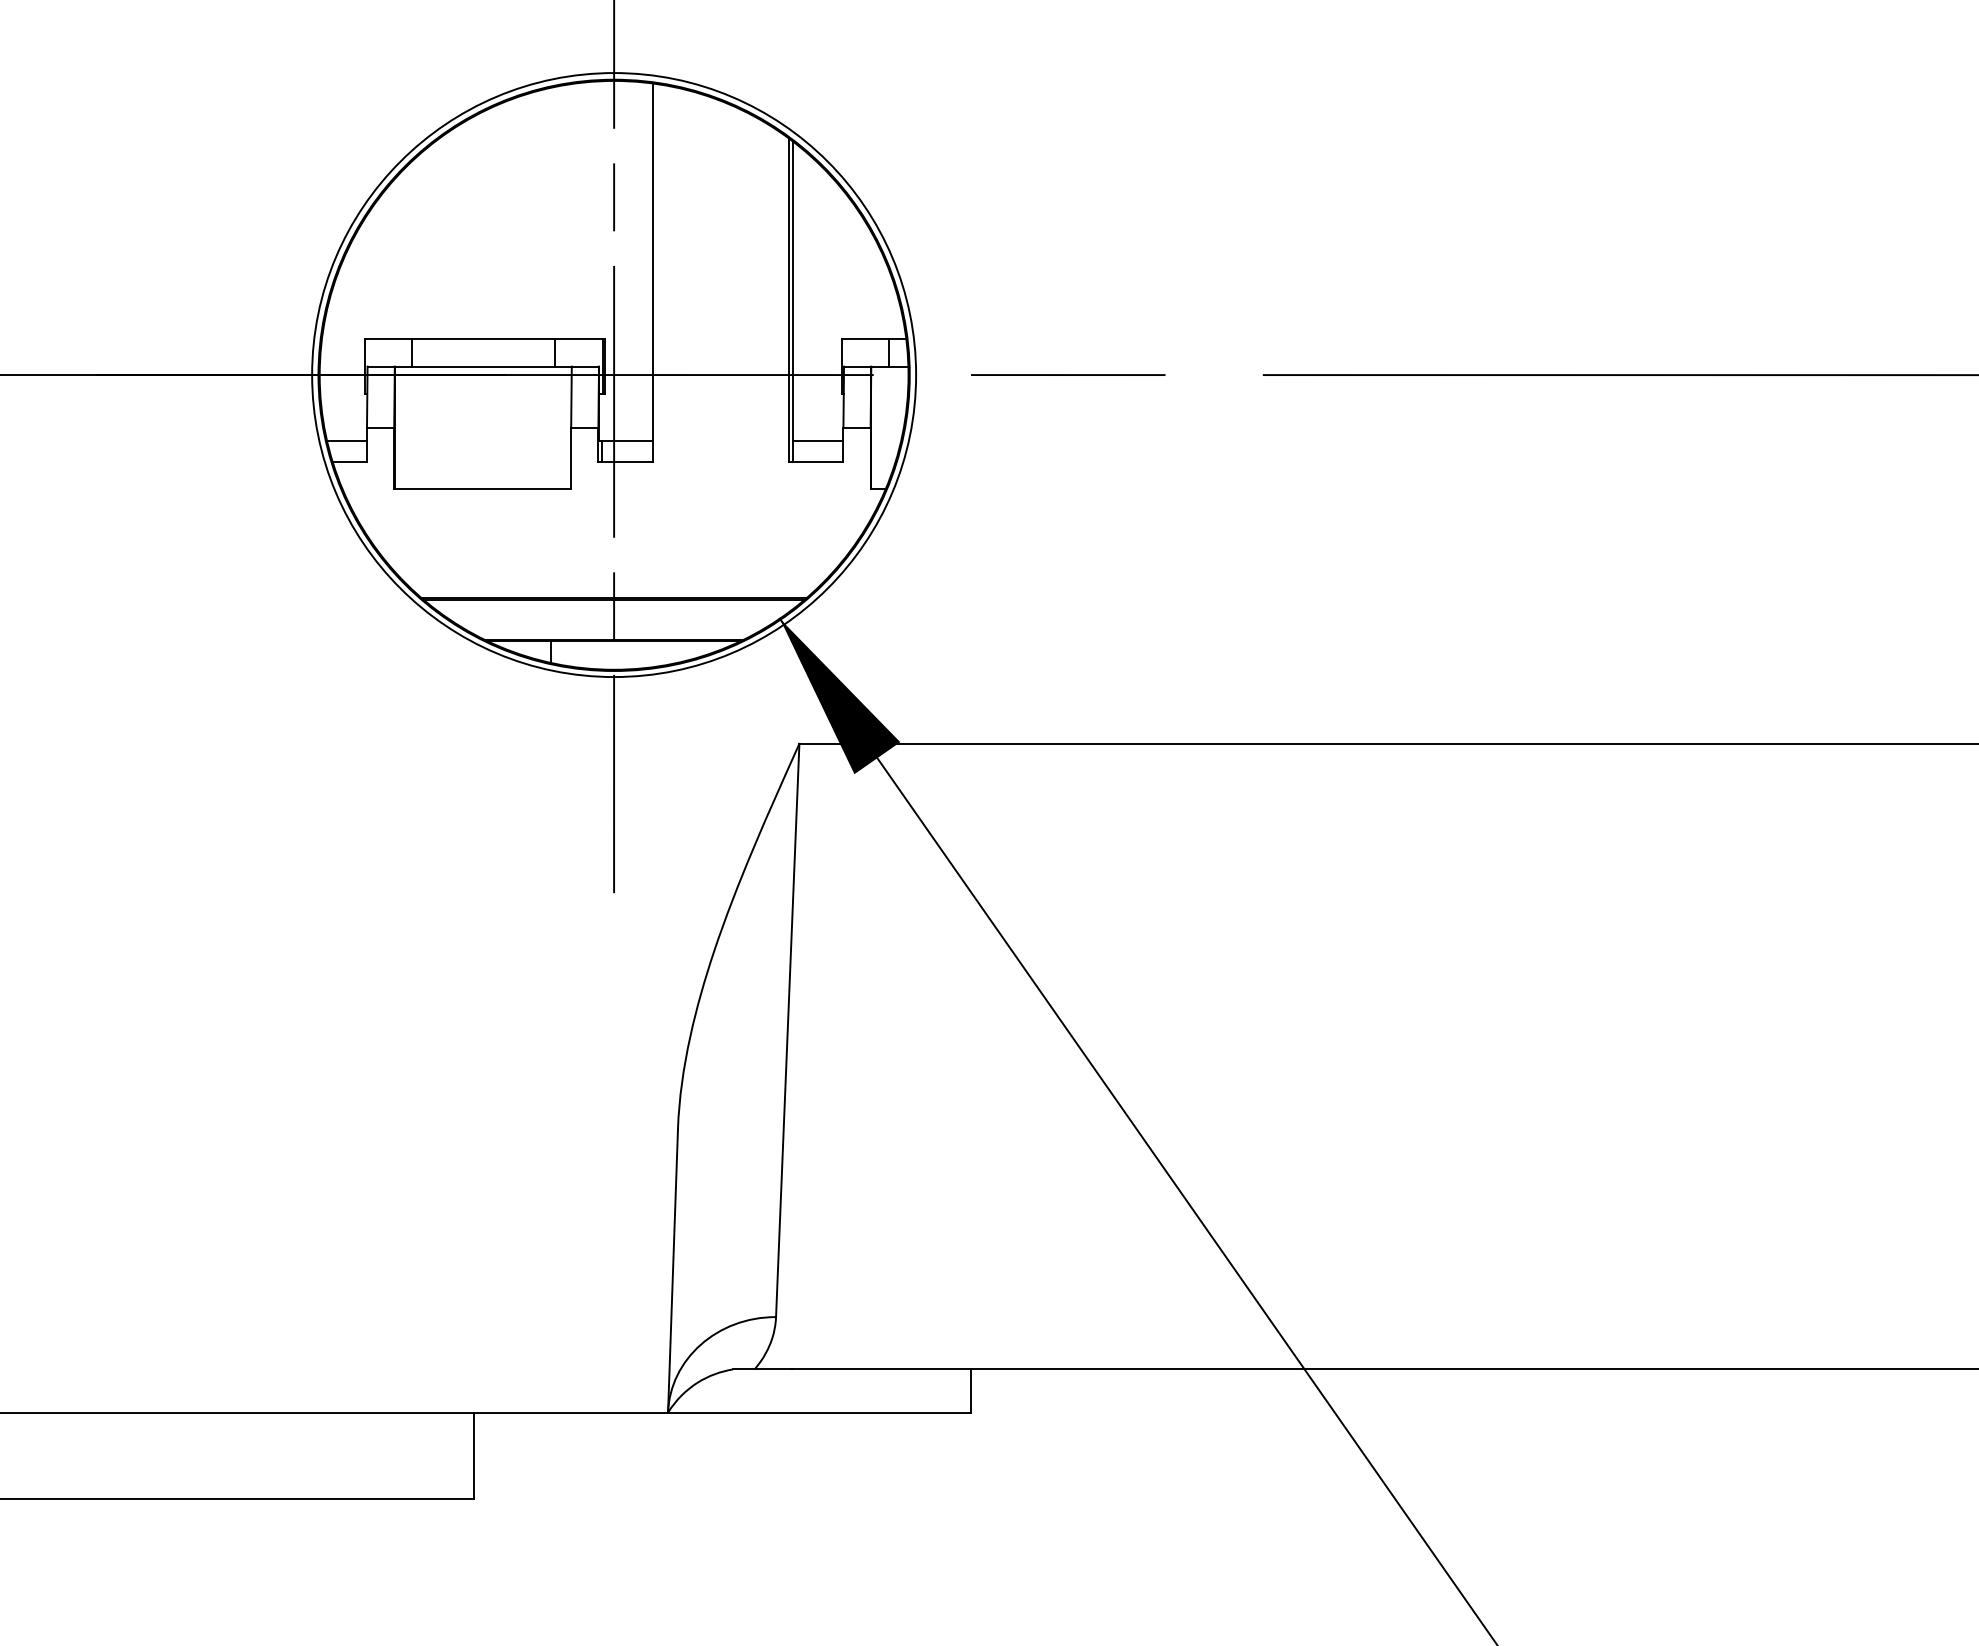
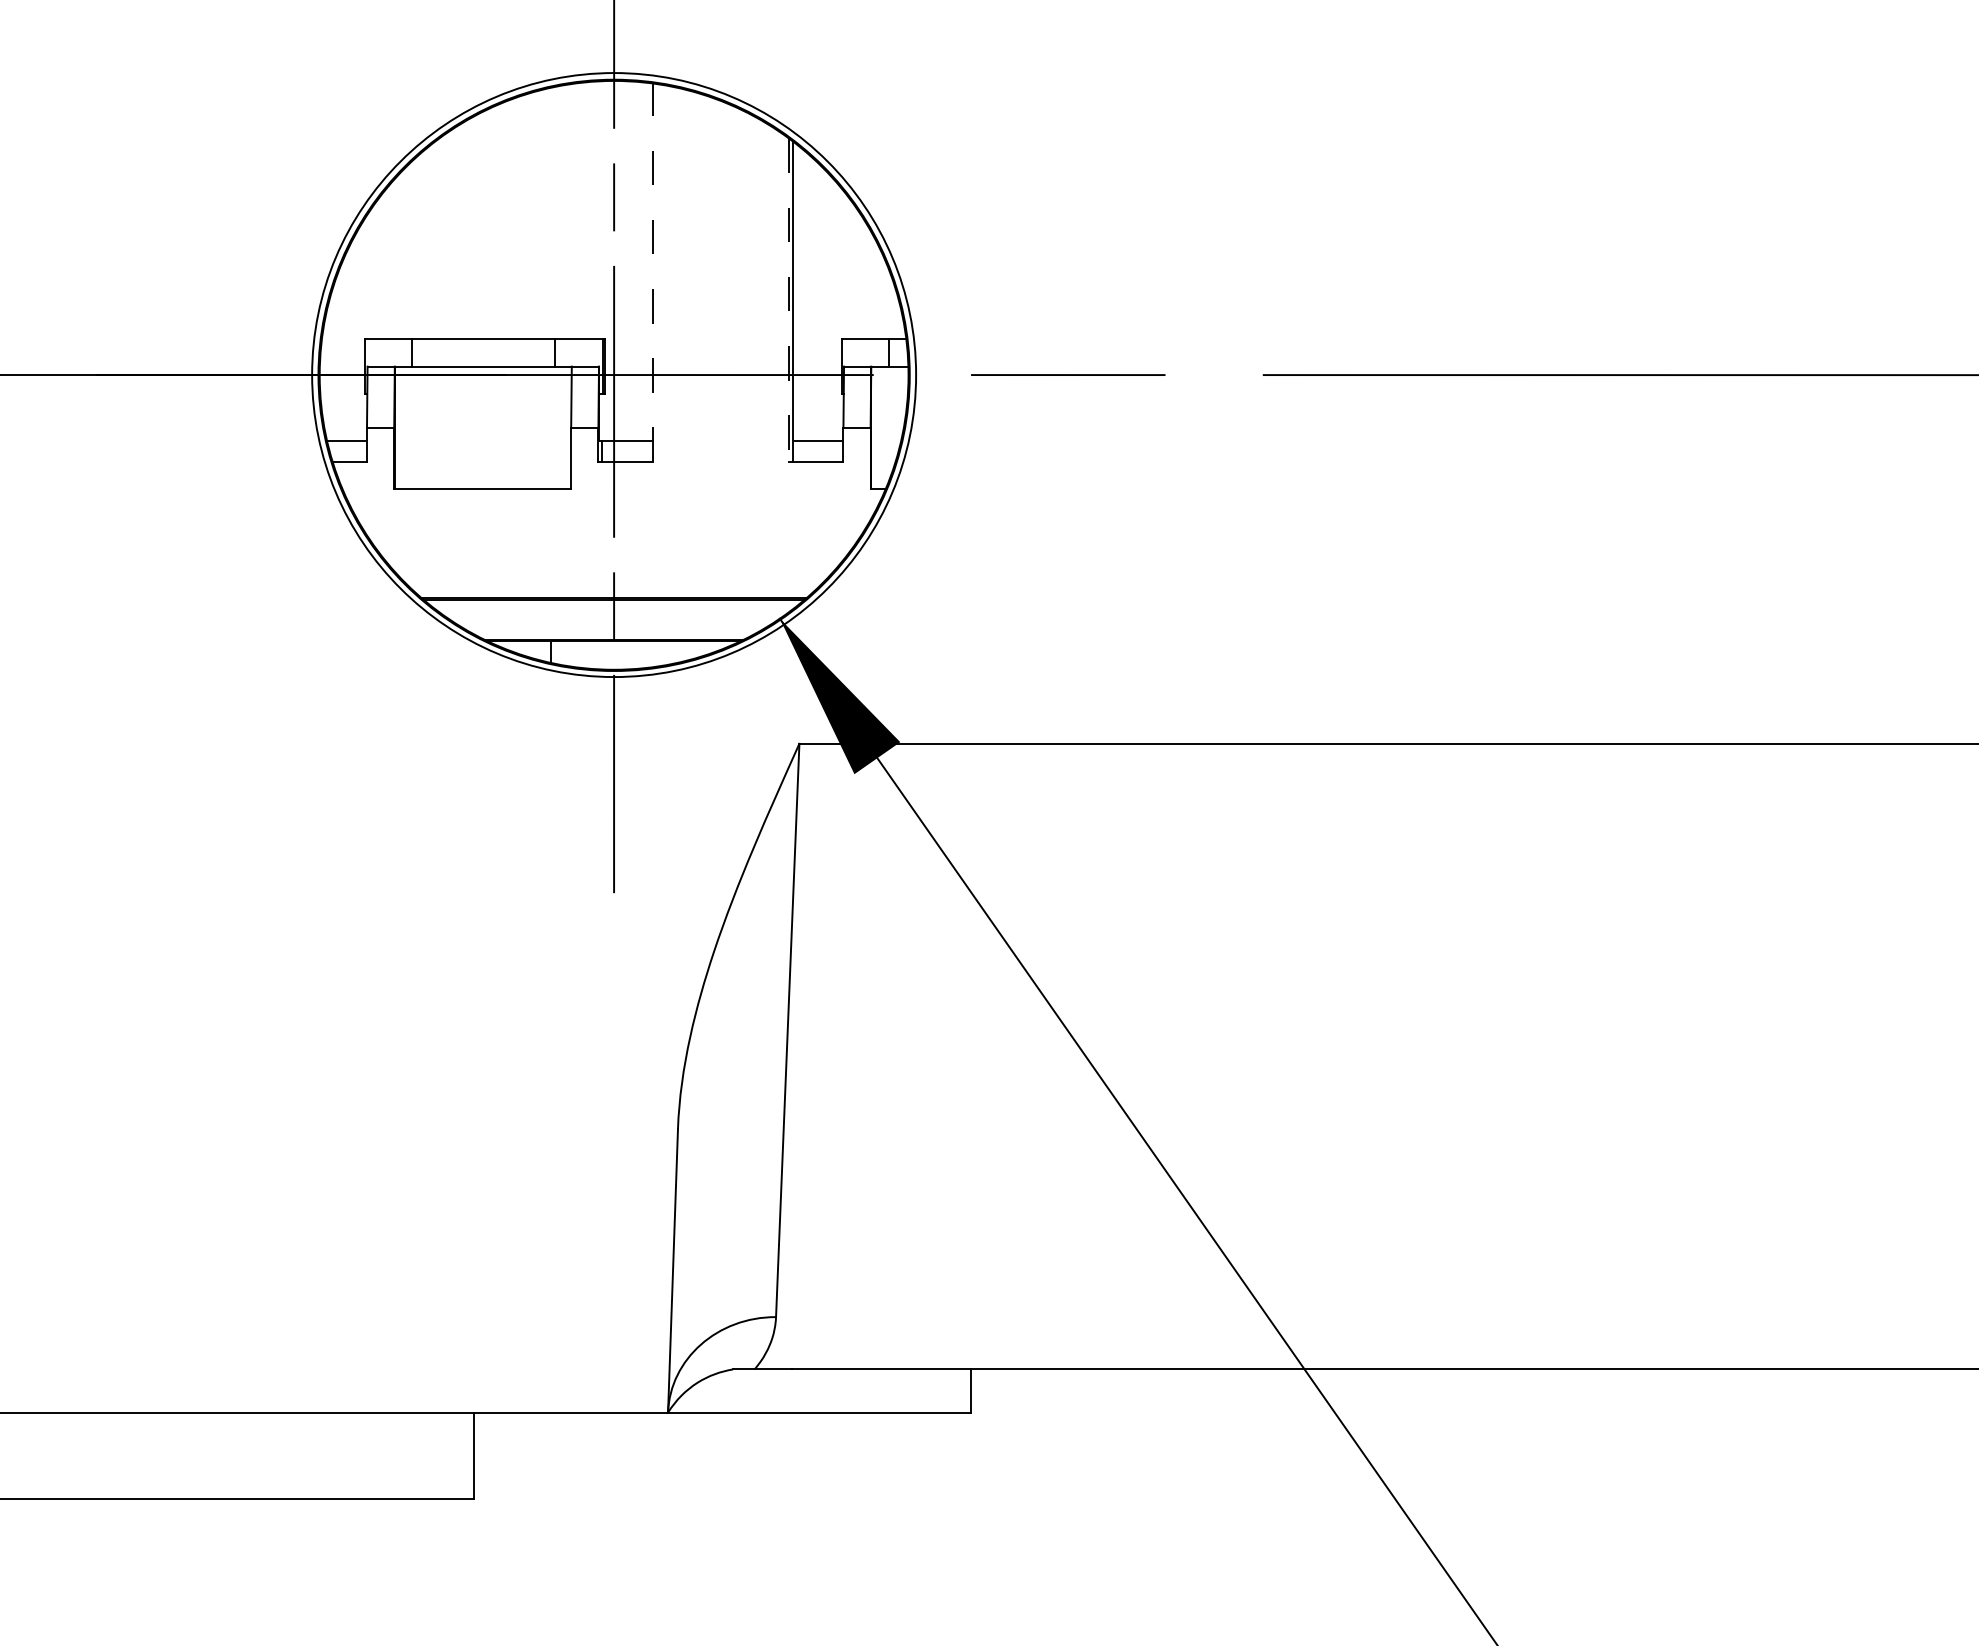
line at (652, 272): solid -> dashed
line at (788, 300): solid -> dashed
